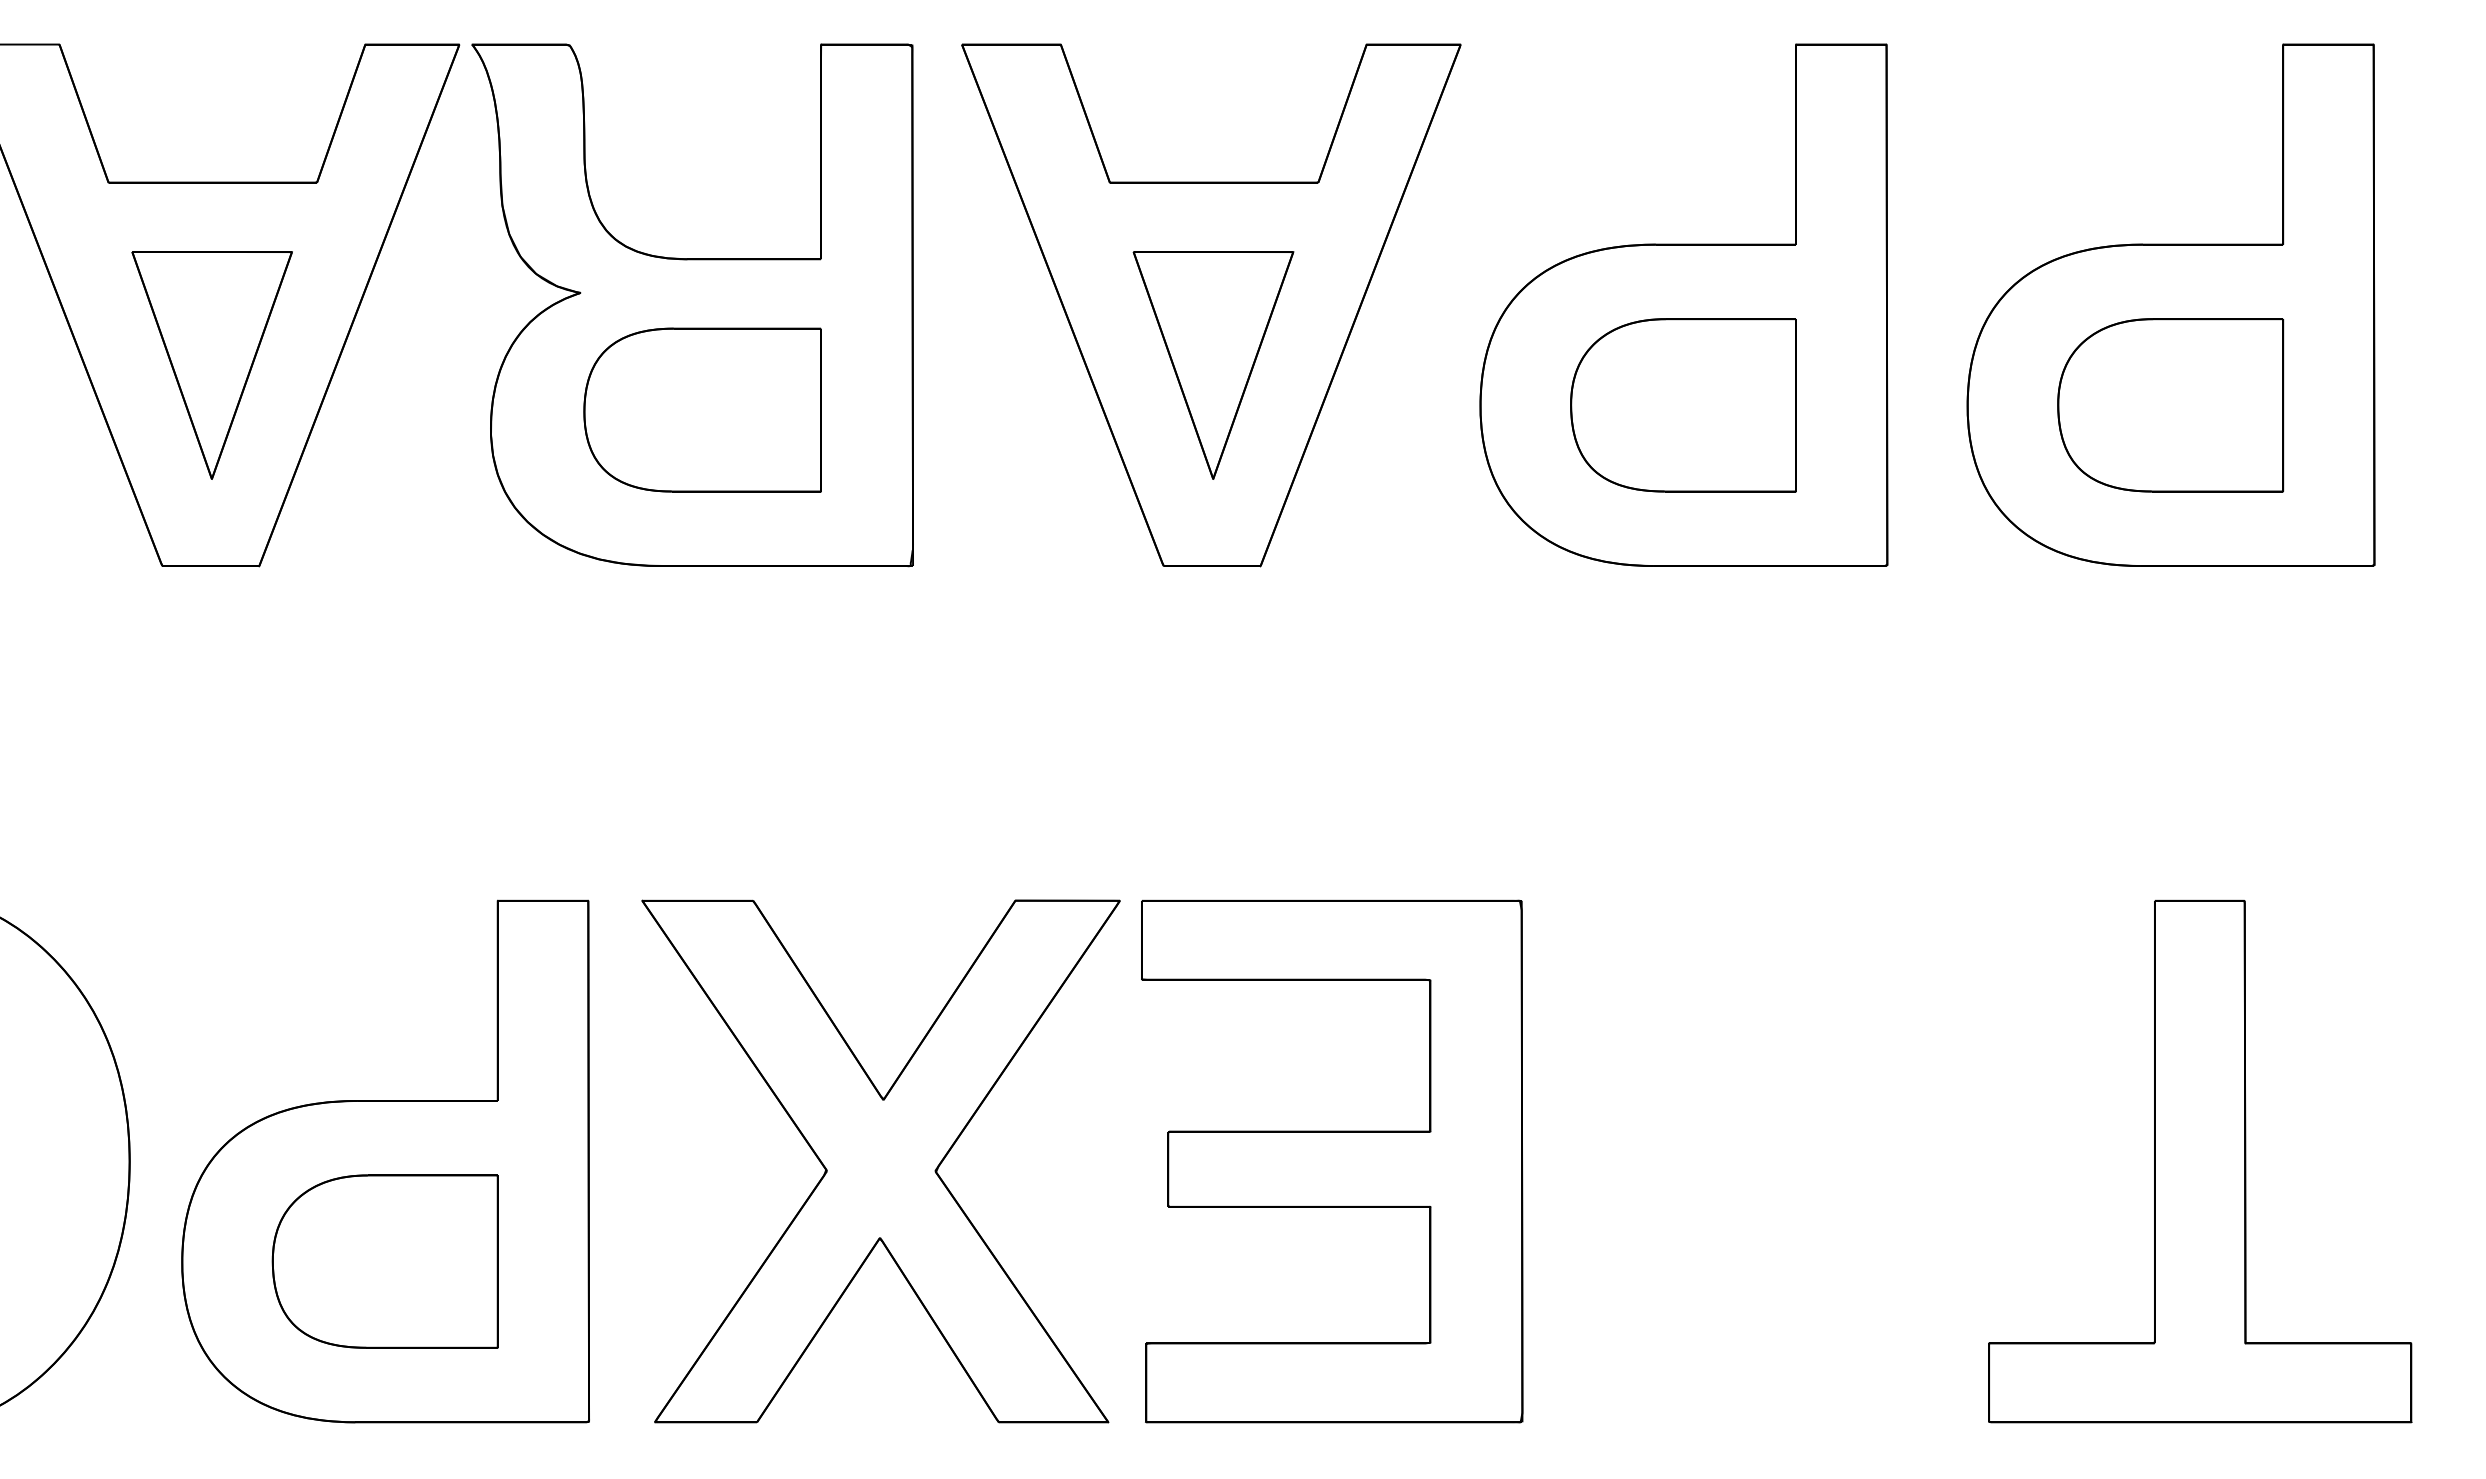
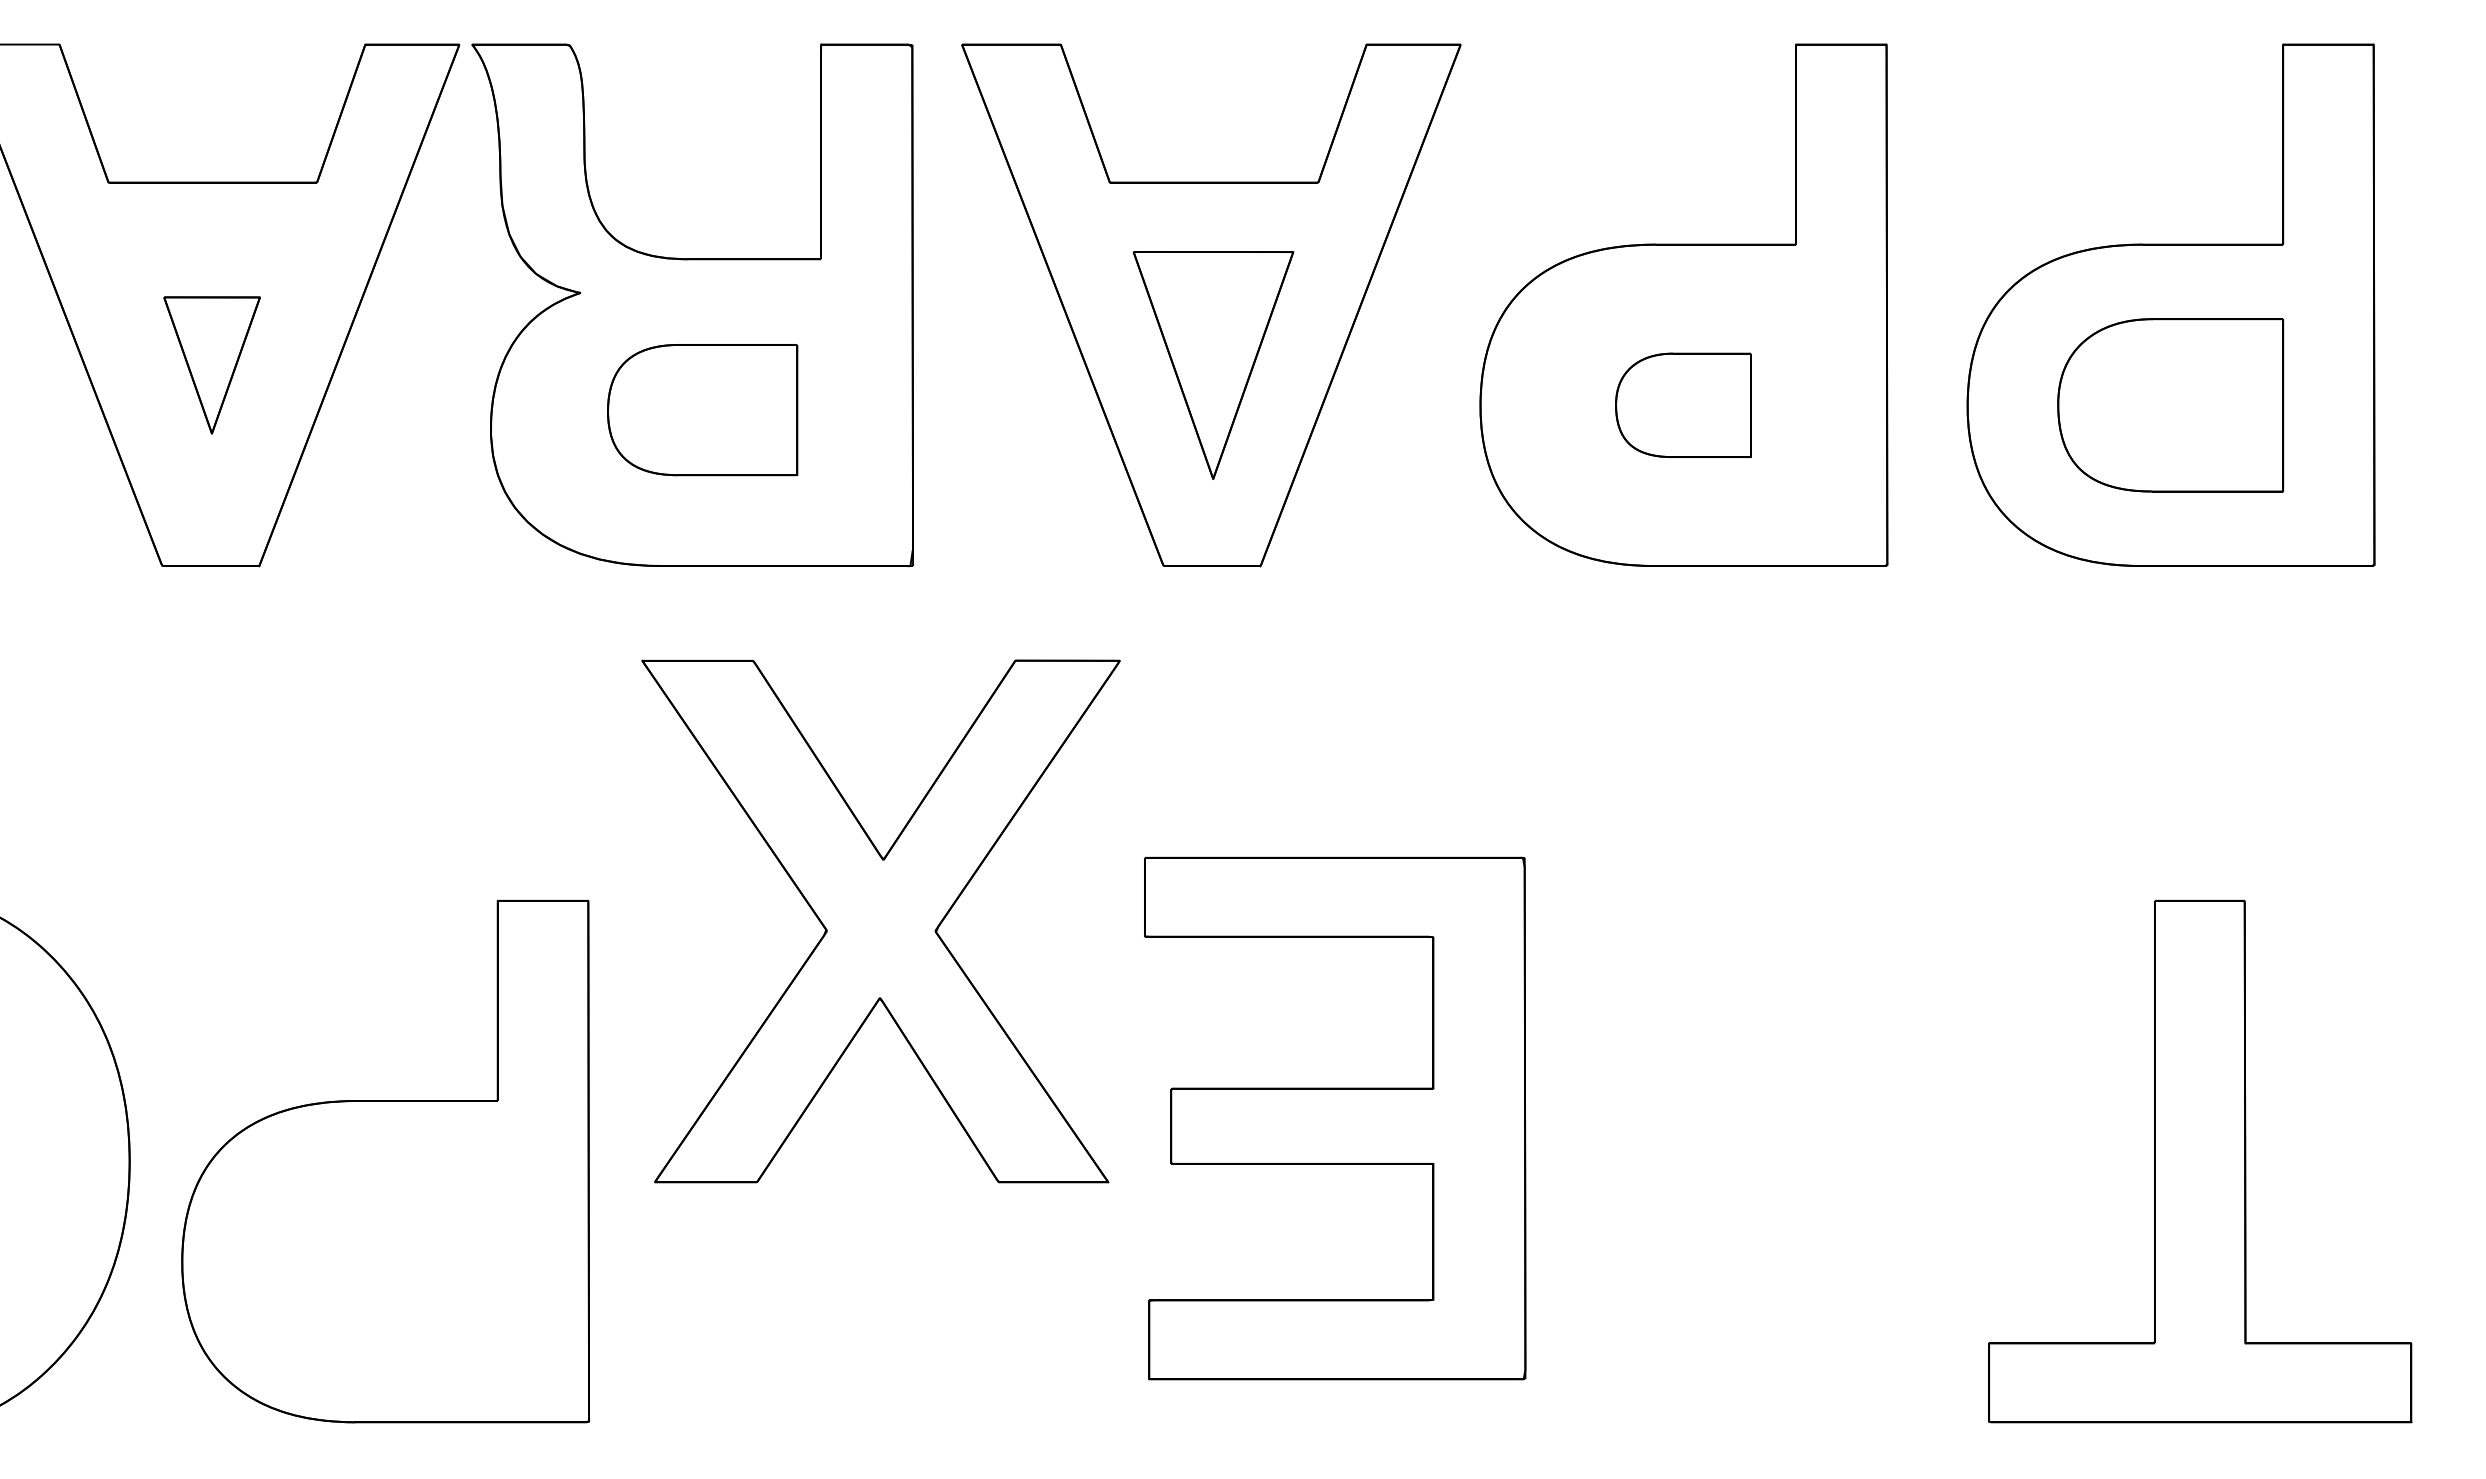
part at (211, 365) size: 162x229 px -> 98x139 px
part at (1683, 405) size: 227x175 px -> 137x106 px
part at (702, 409) size: 239x166 px -> 192x133 px
part at (880, 1161) position: (880, 1161) -> (880, 921)
part at (1332, 1161) position: (1332, 1161) -> (1335, 1118)
part at (384, 1261): present -> none
